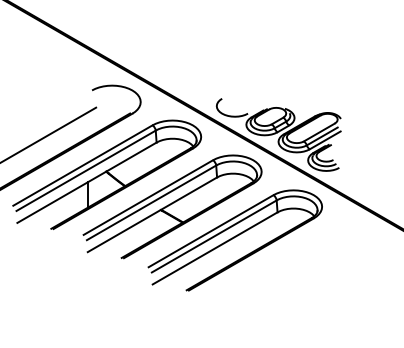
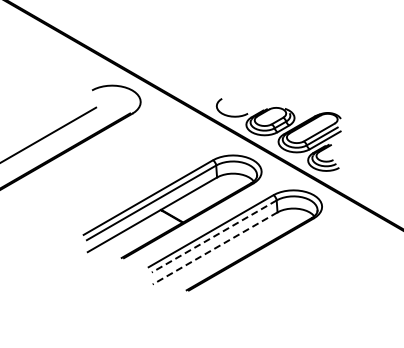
part at (106, 174): present -> none
line at (213, 236): solid -> dashed
line at (214, 248): solid -> dashed
